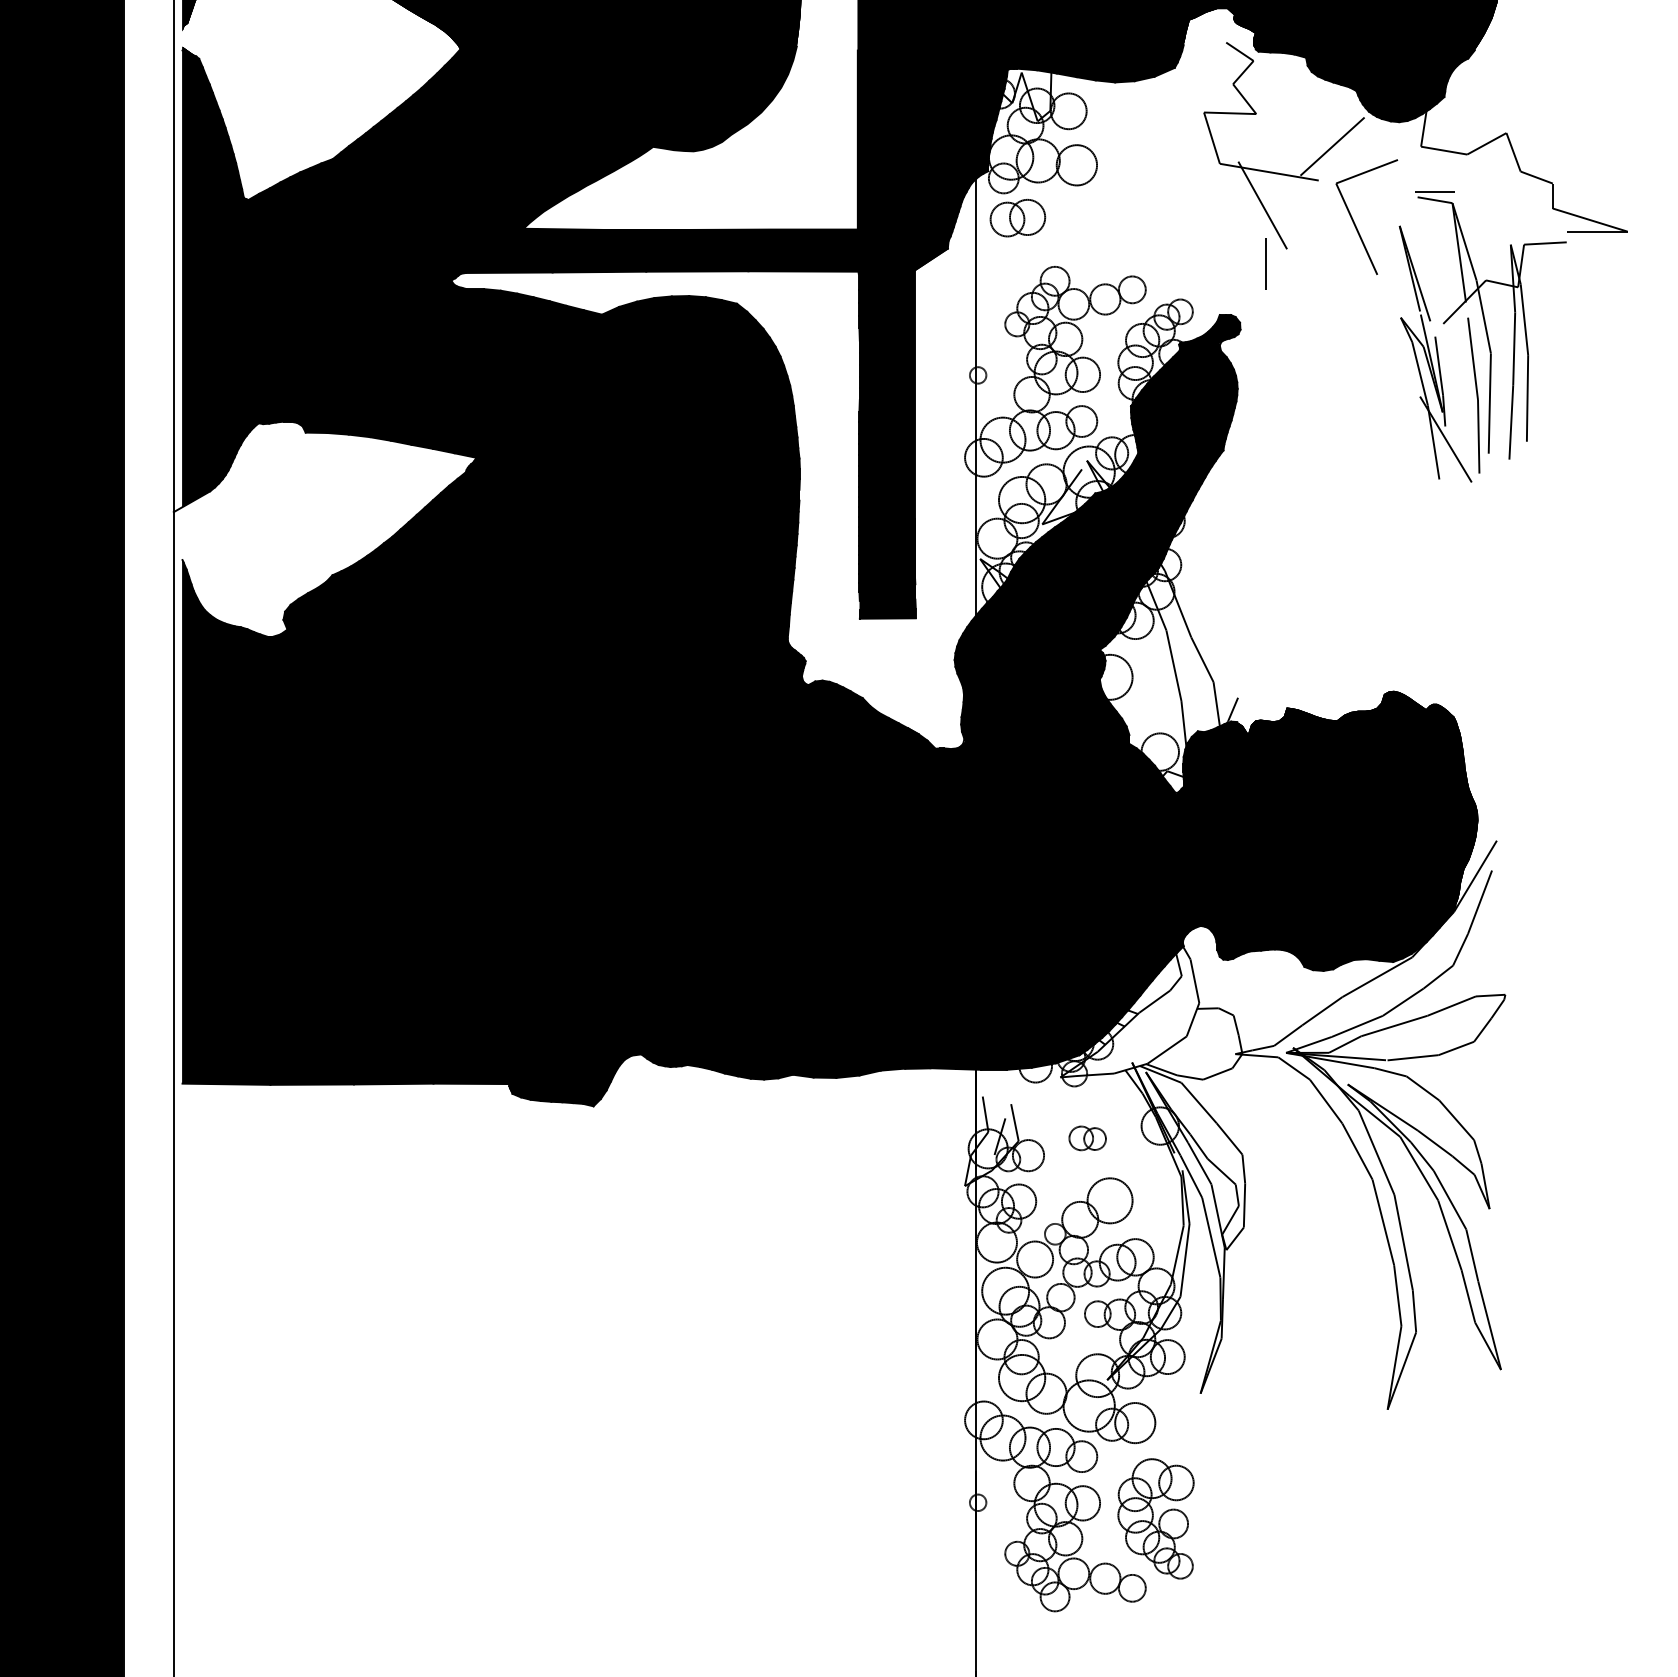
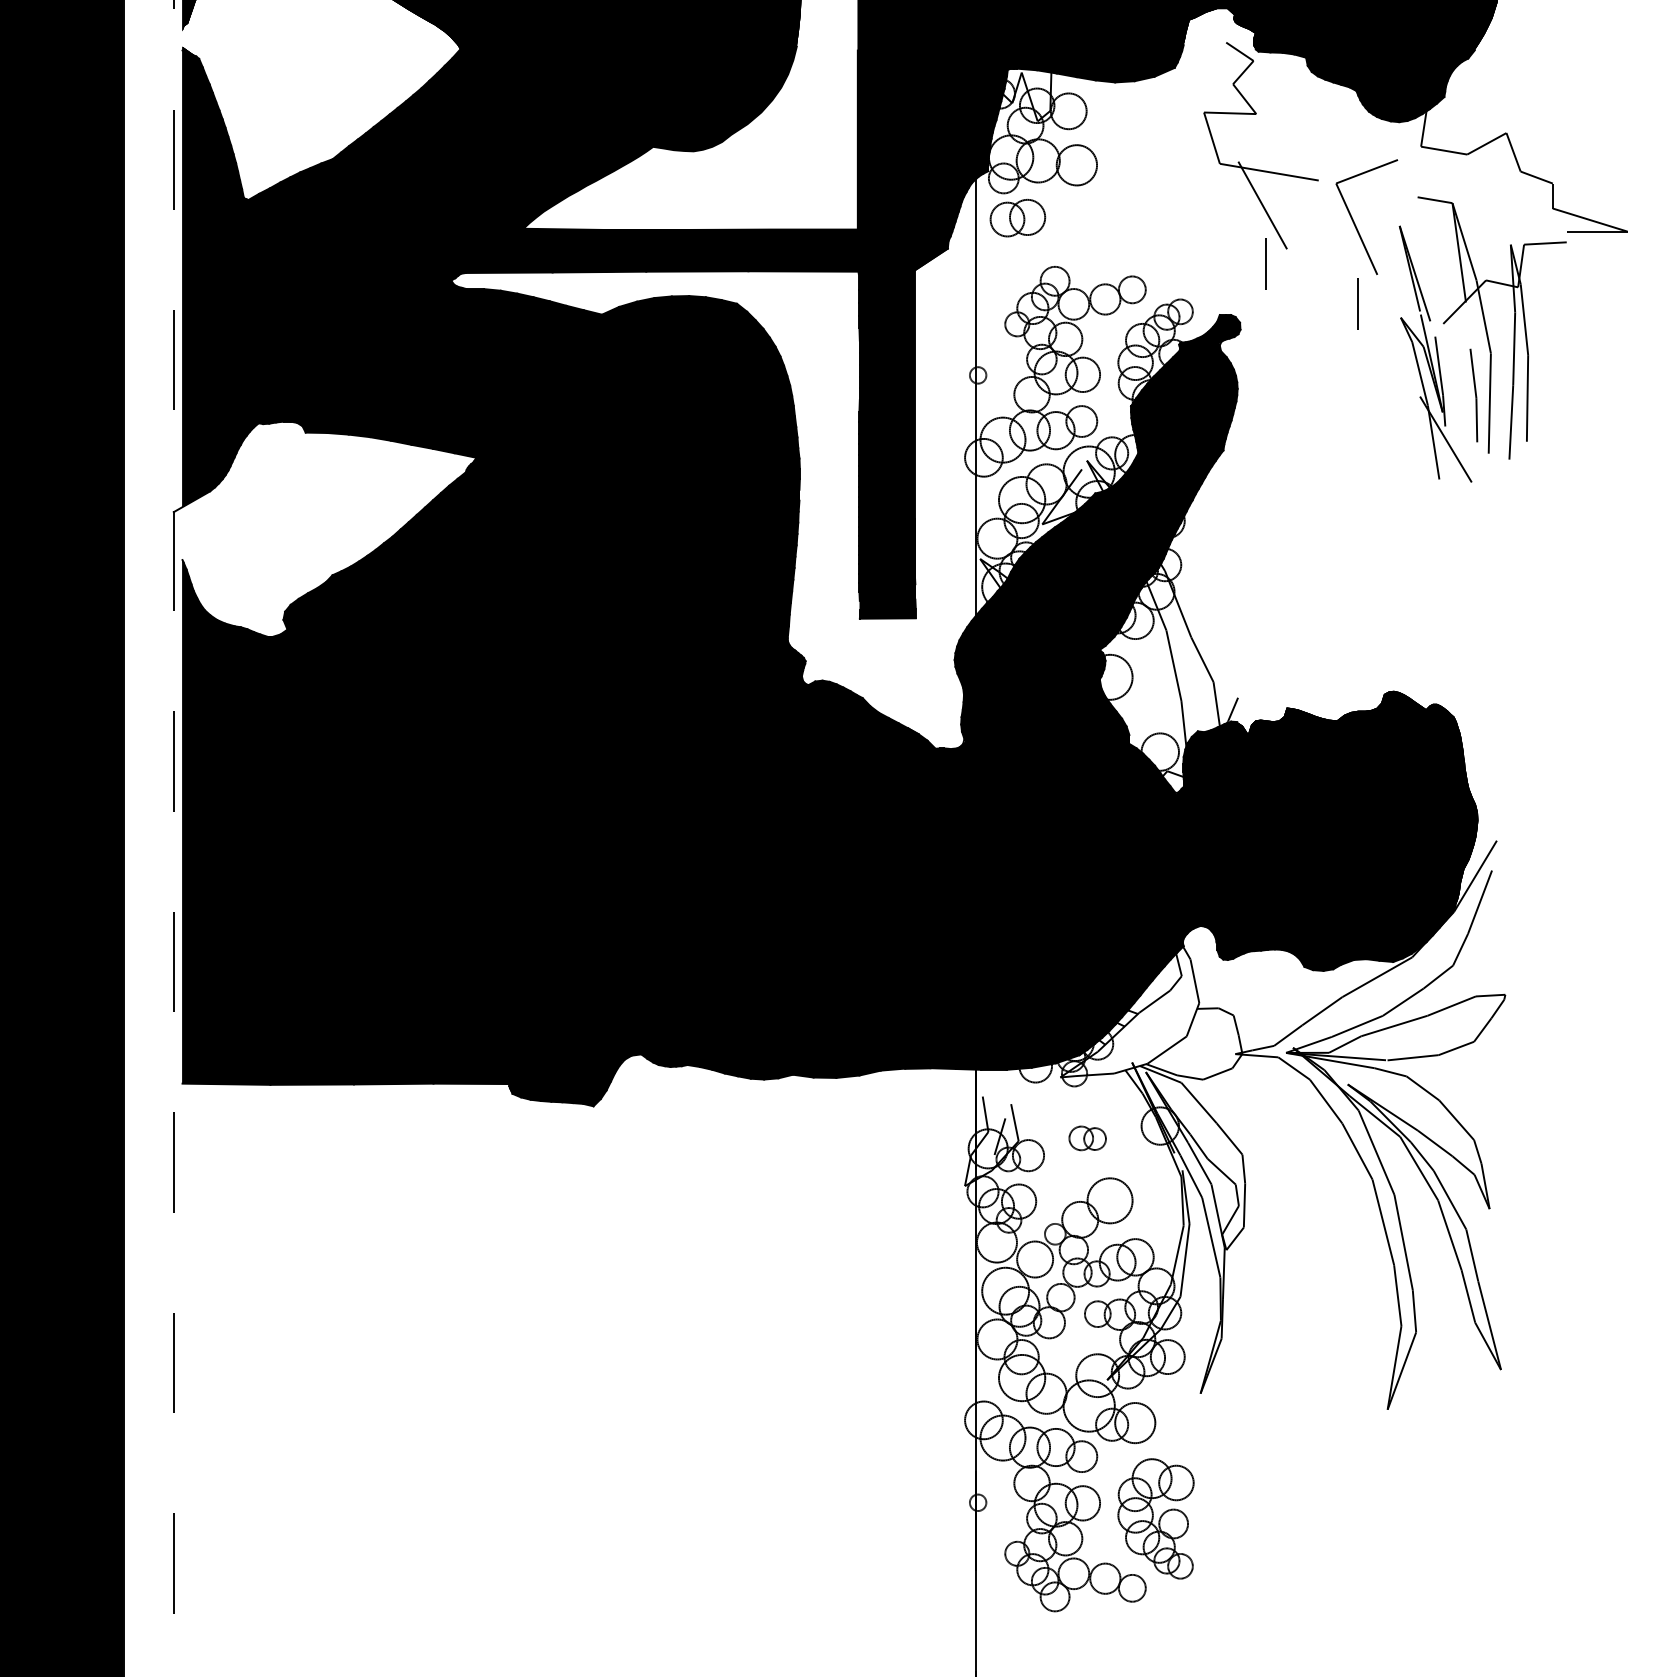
line at (1332, 146): present -> none
line at (1434, 191): present -> none
line at (1357, 303): none -> present
part at (1473, 395) size: 14x157 px -> 10x95 px
line at (173, 838): solid -> dashed
